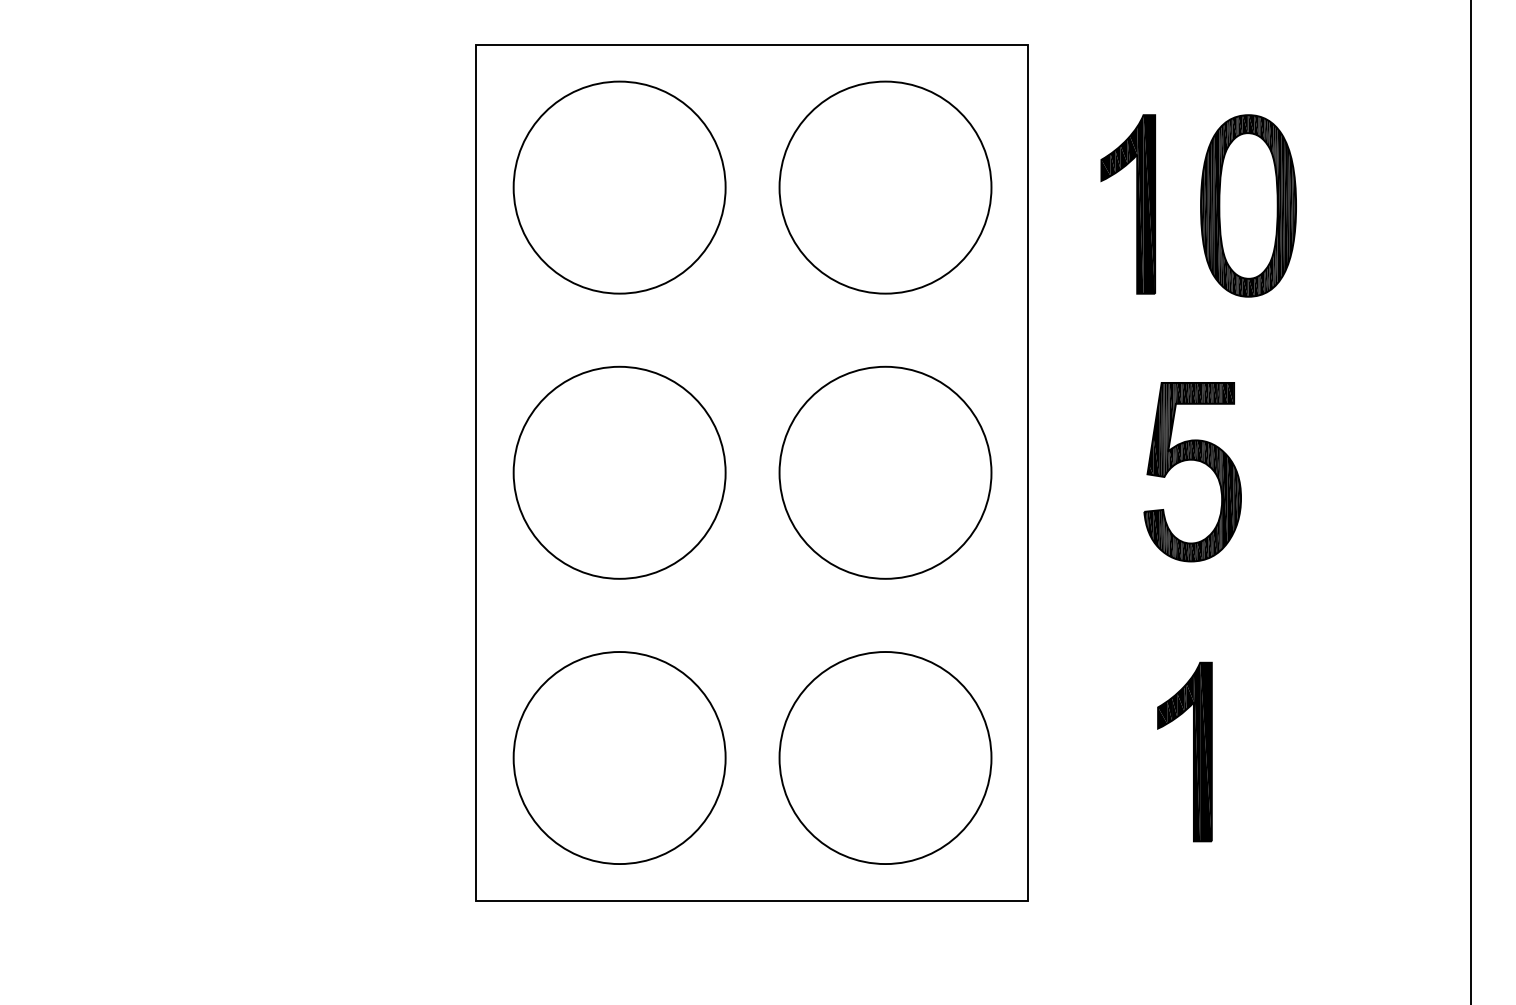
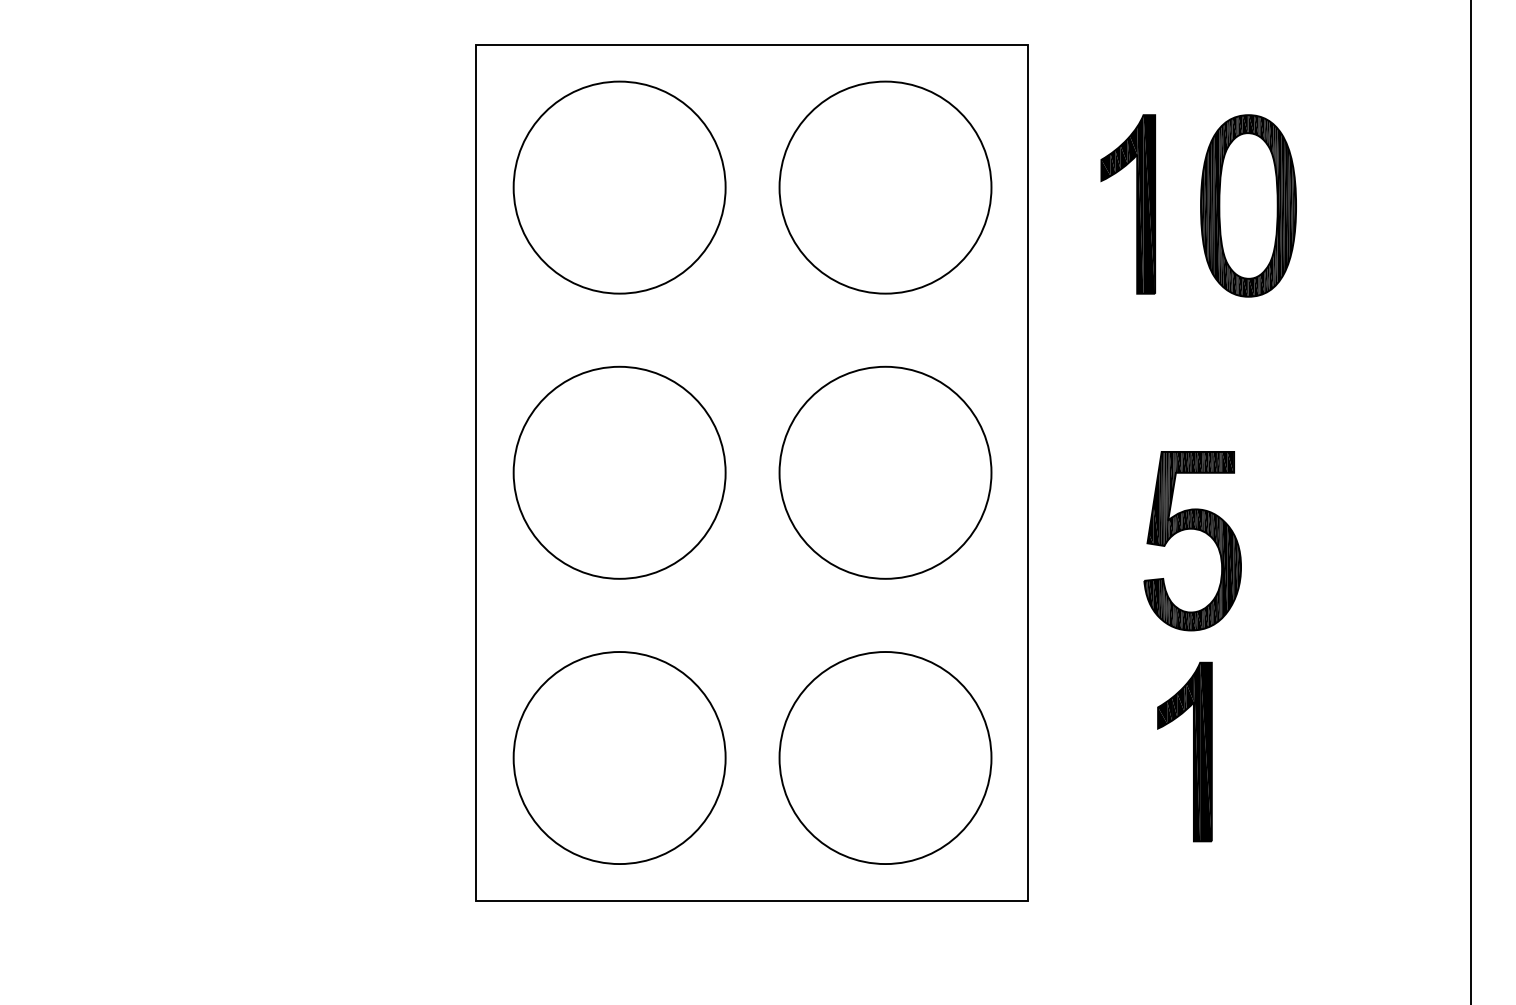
part at (1196, 461) position: (1196, 461) -> (1196, 530)
